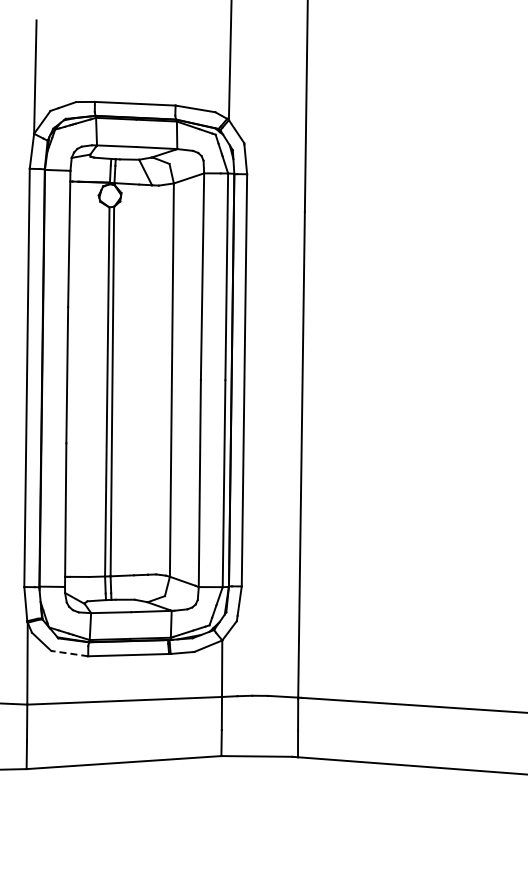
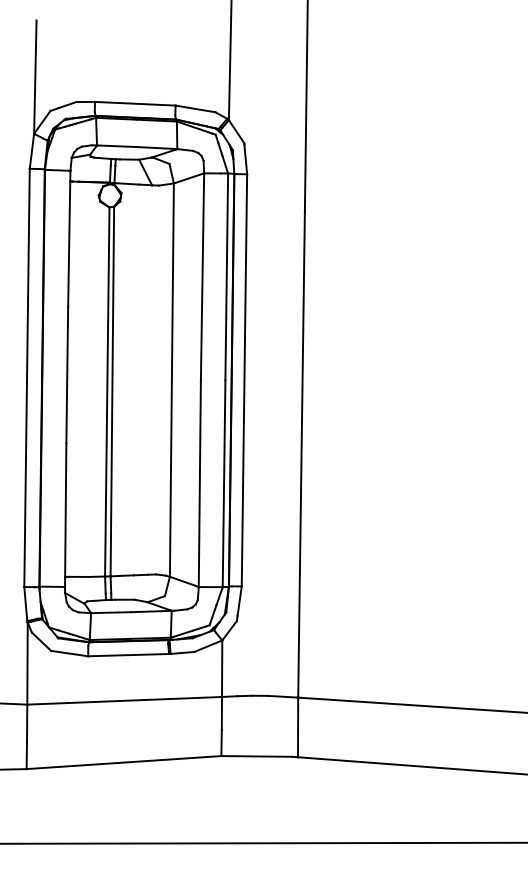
line at (69, 653): dashed -> solid
line at (263, 842): none -> present
